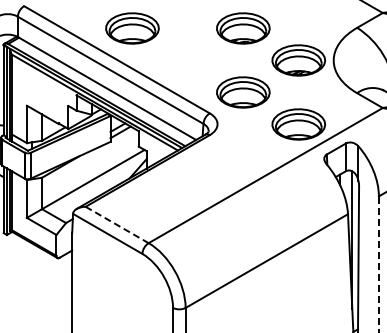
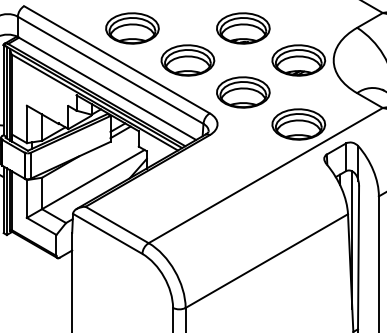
part at (187, 60): none -> present
line at (117, 225): dashed -> solid
line at (378, 264): dashed -> solid
